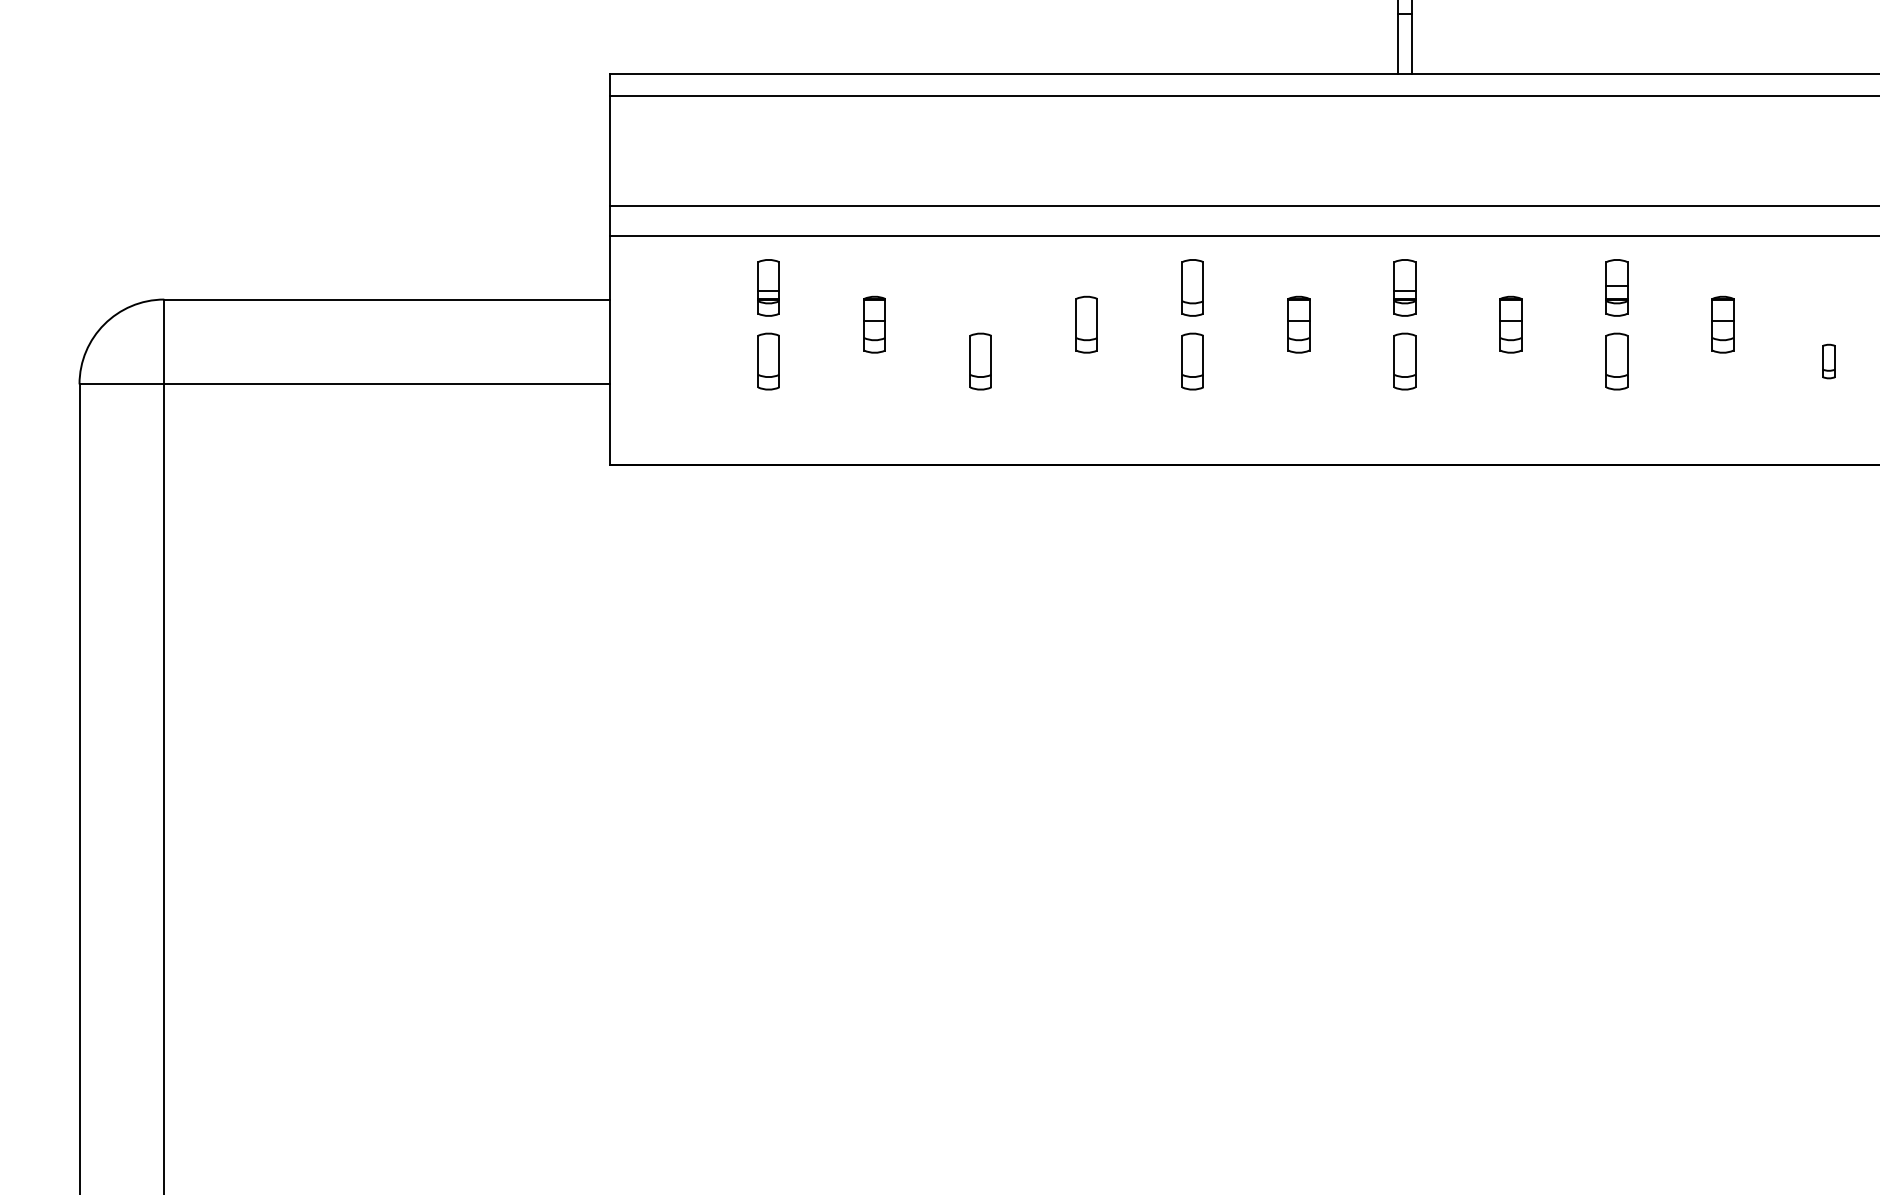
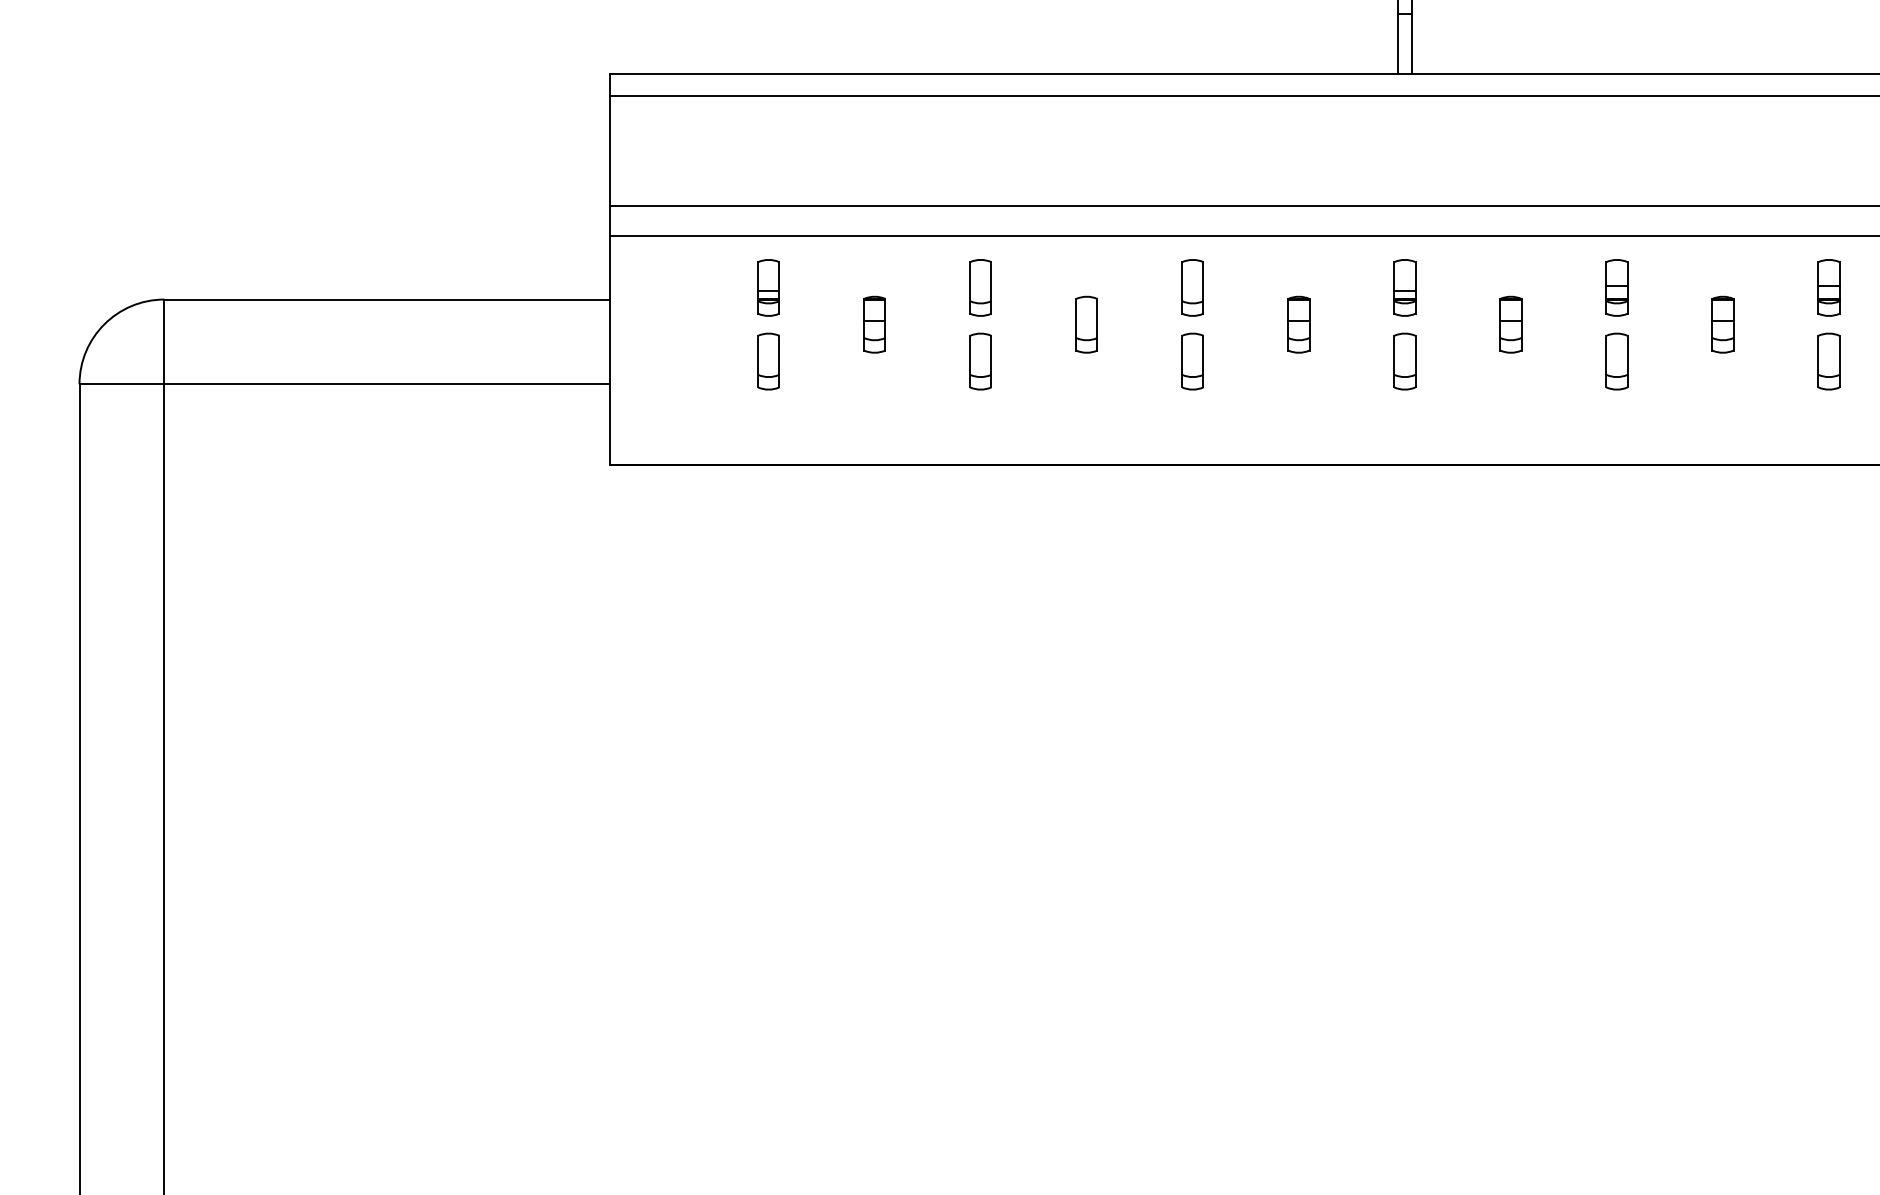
part at (980, 287): none -> present
part at (1828, 287): none -> present
part at (1828, 361) size: 14x37 px -> 24x59 px
